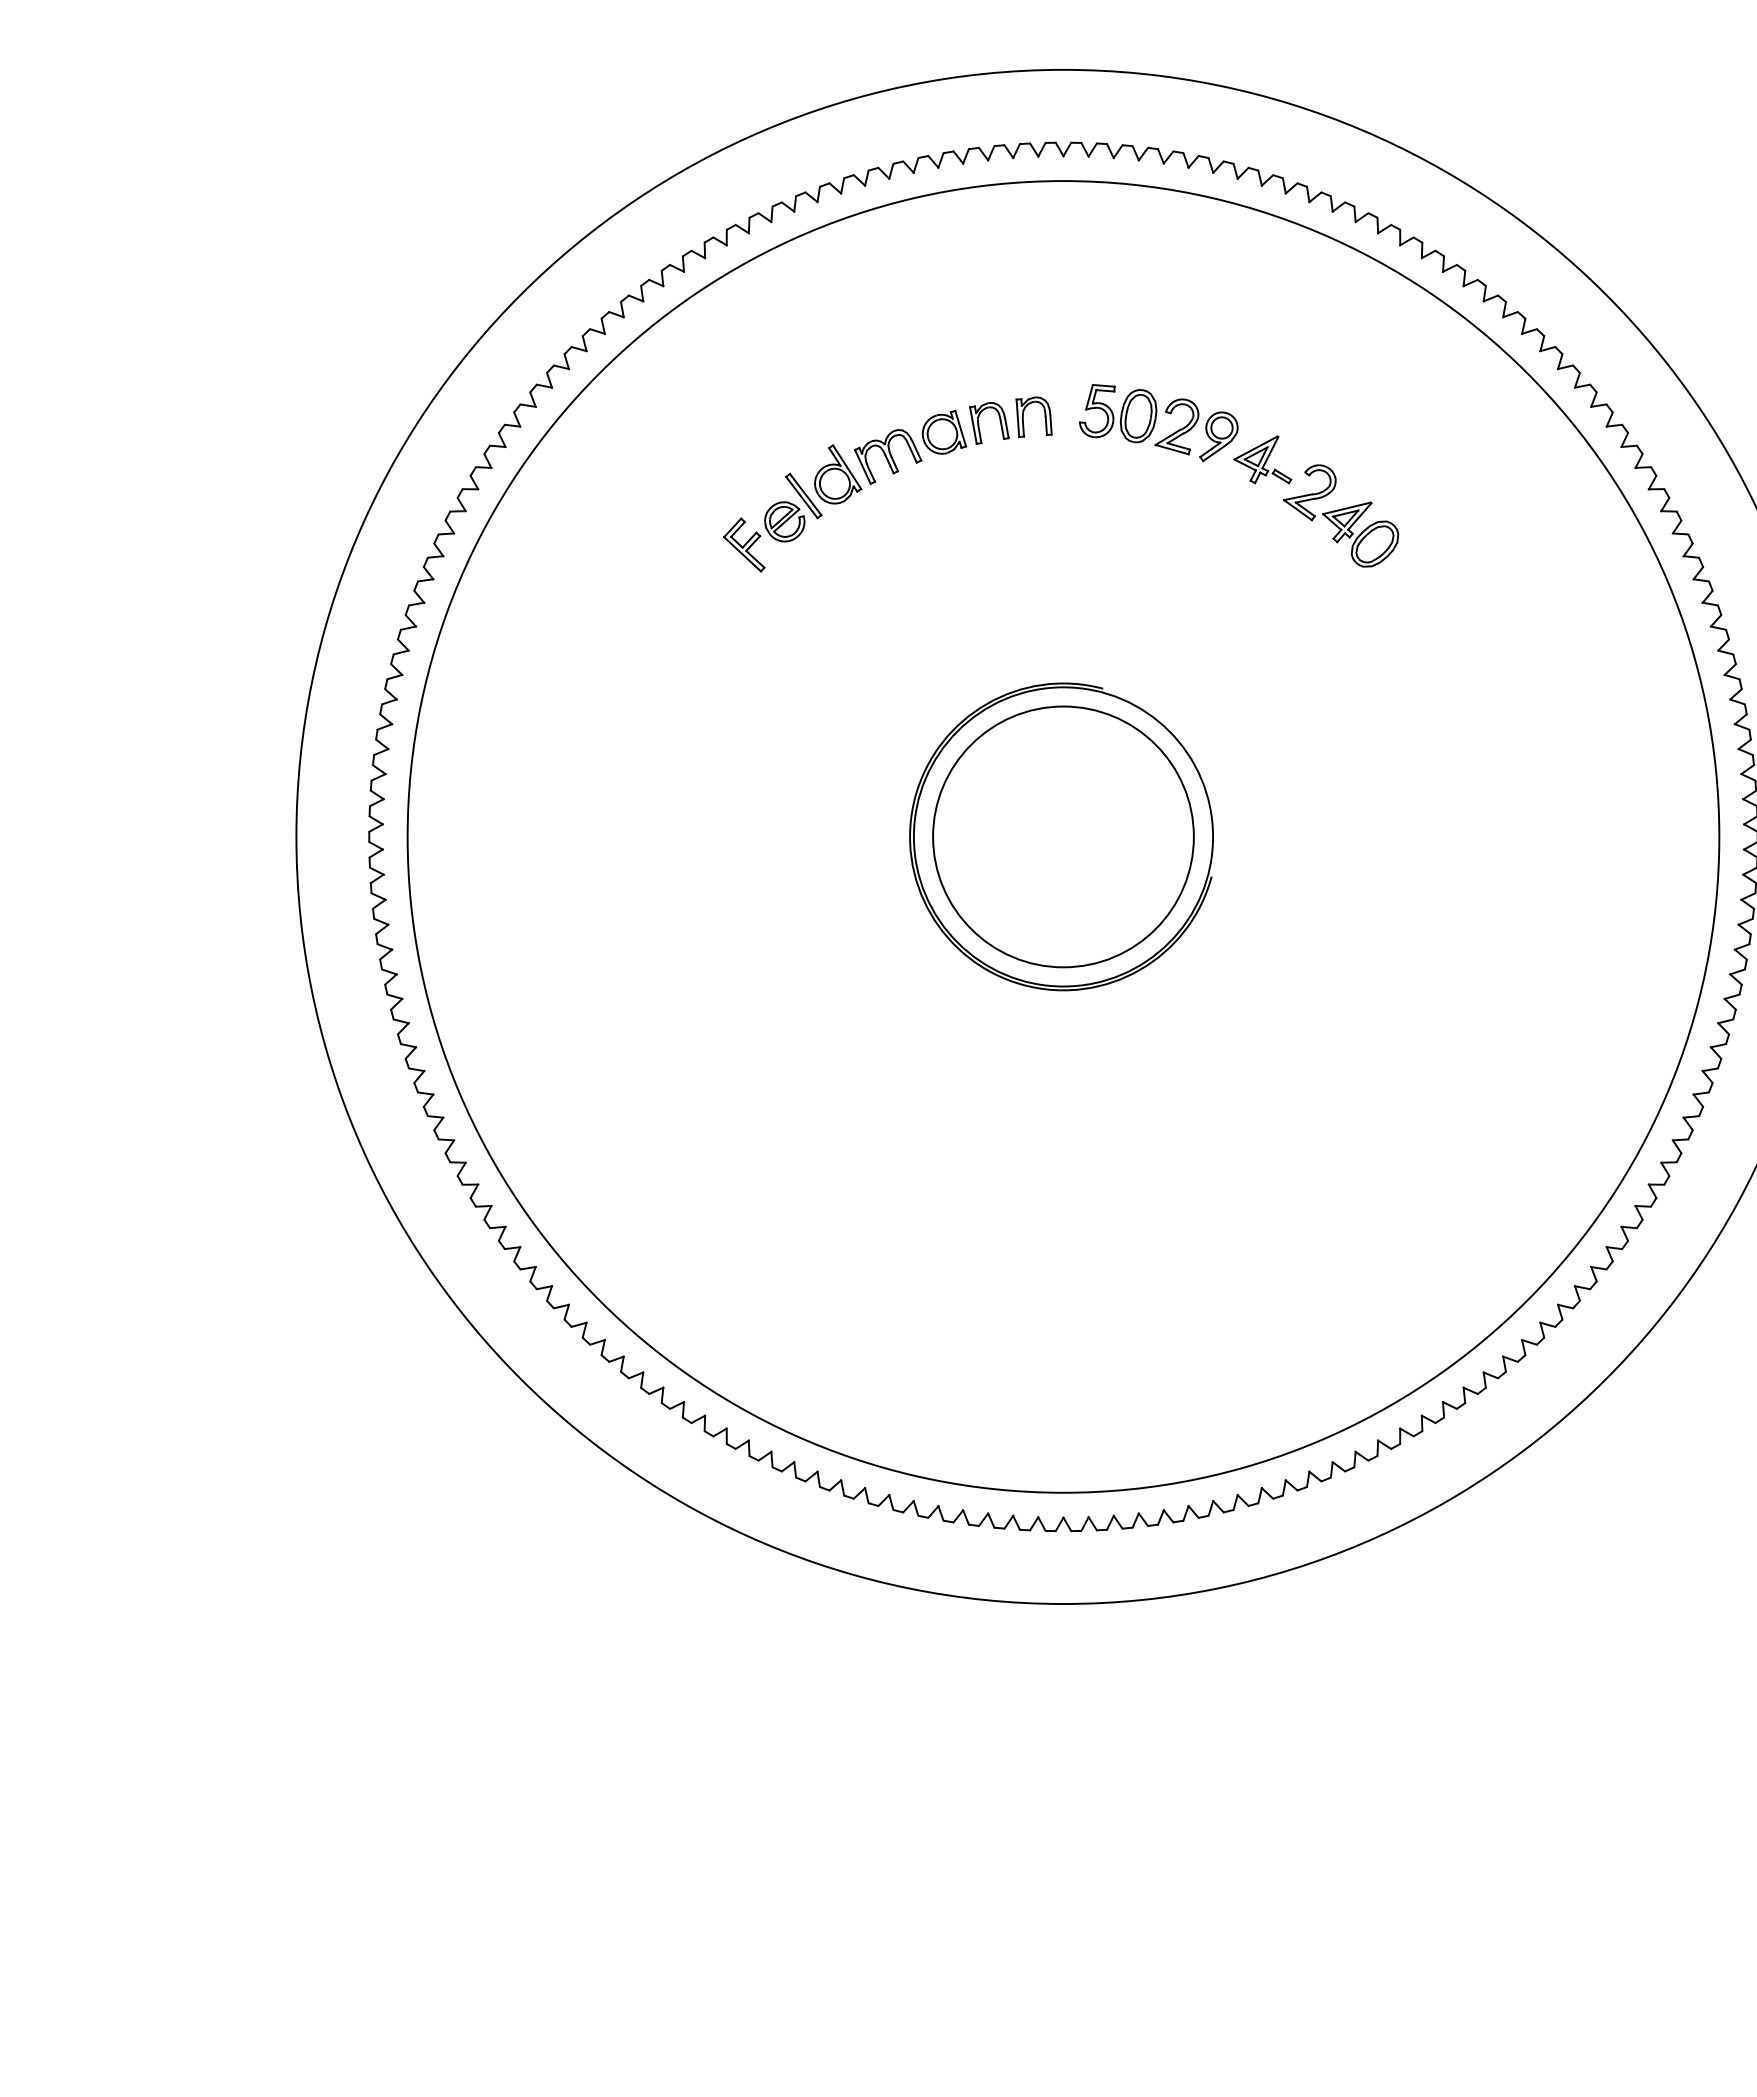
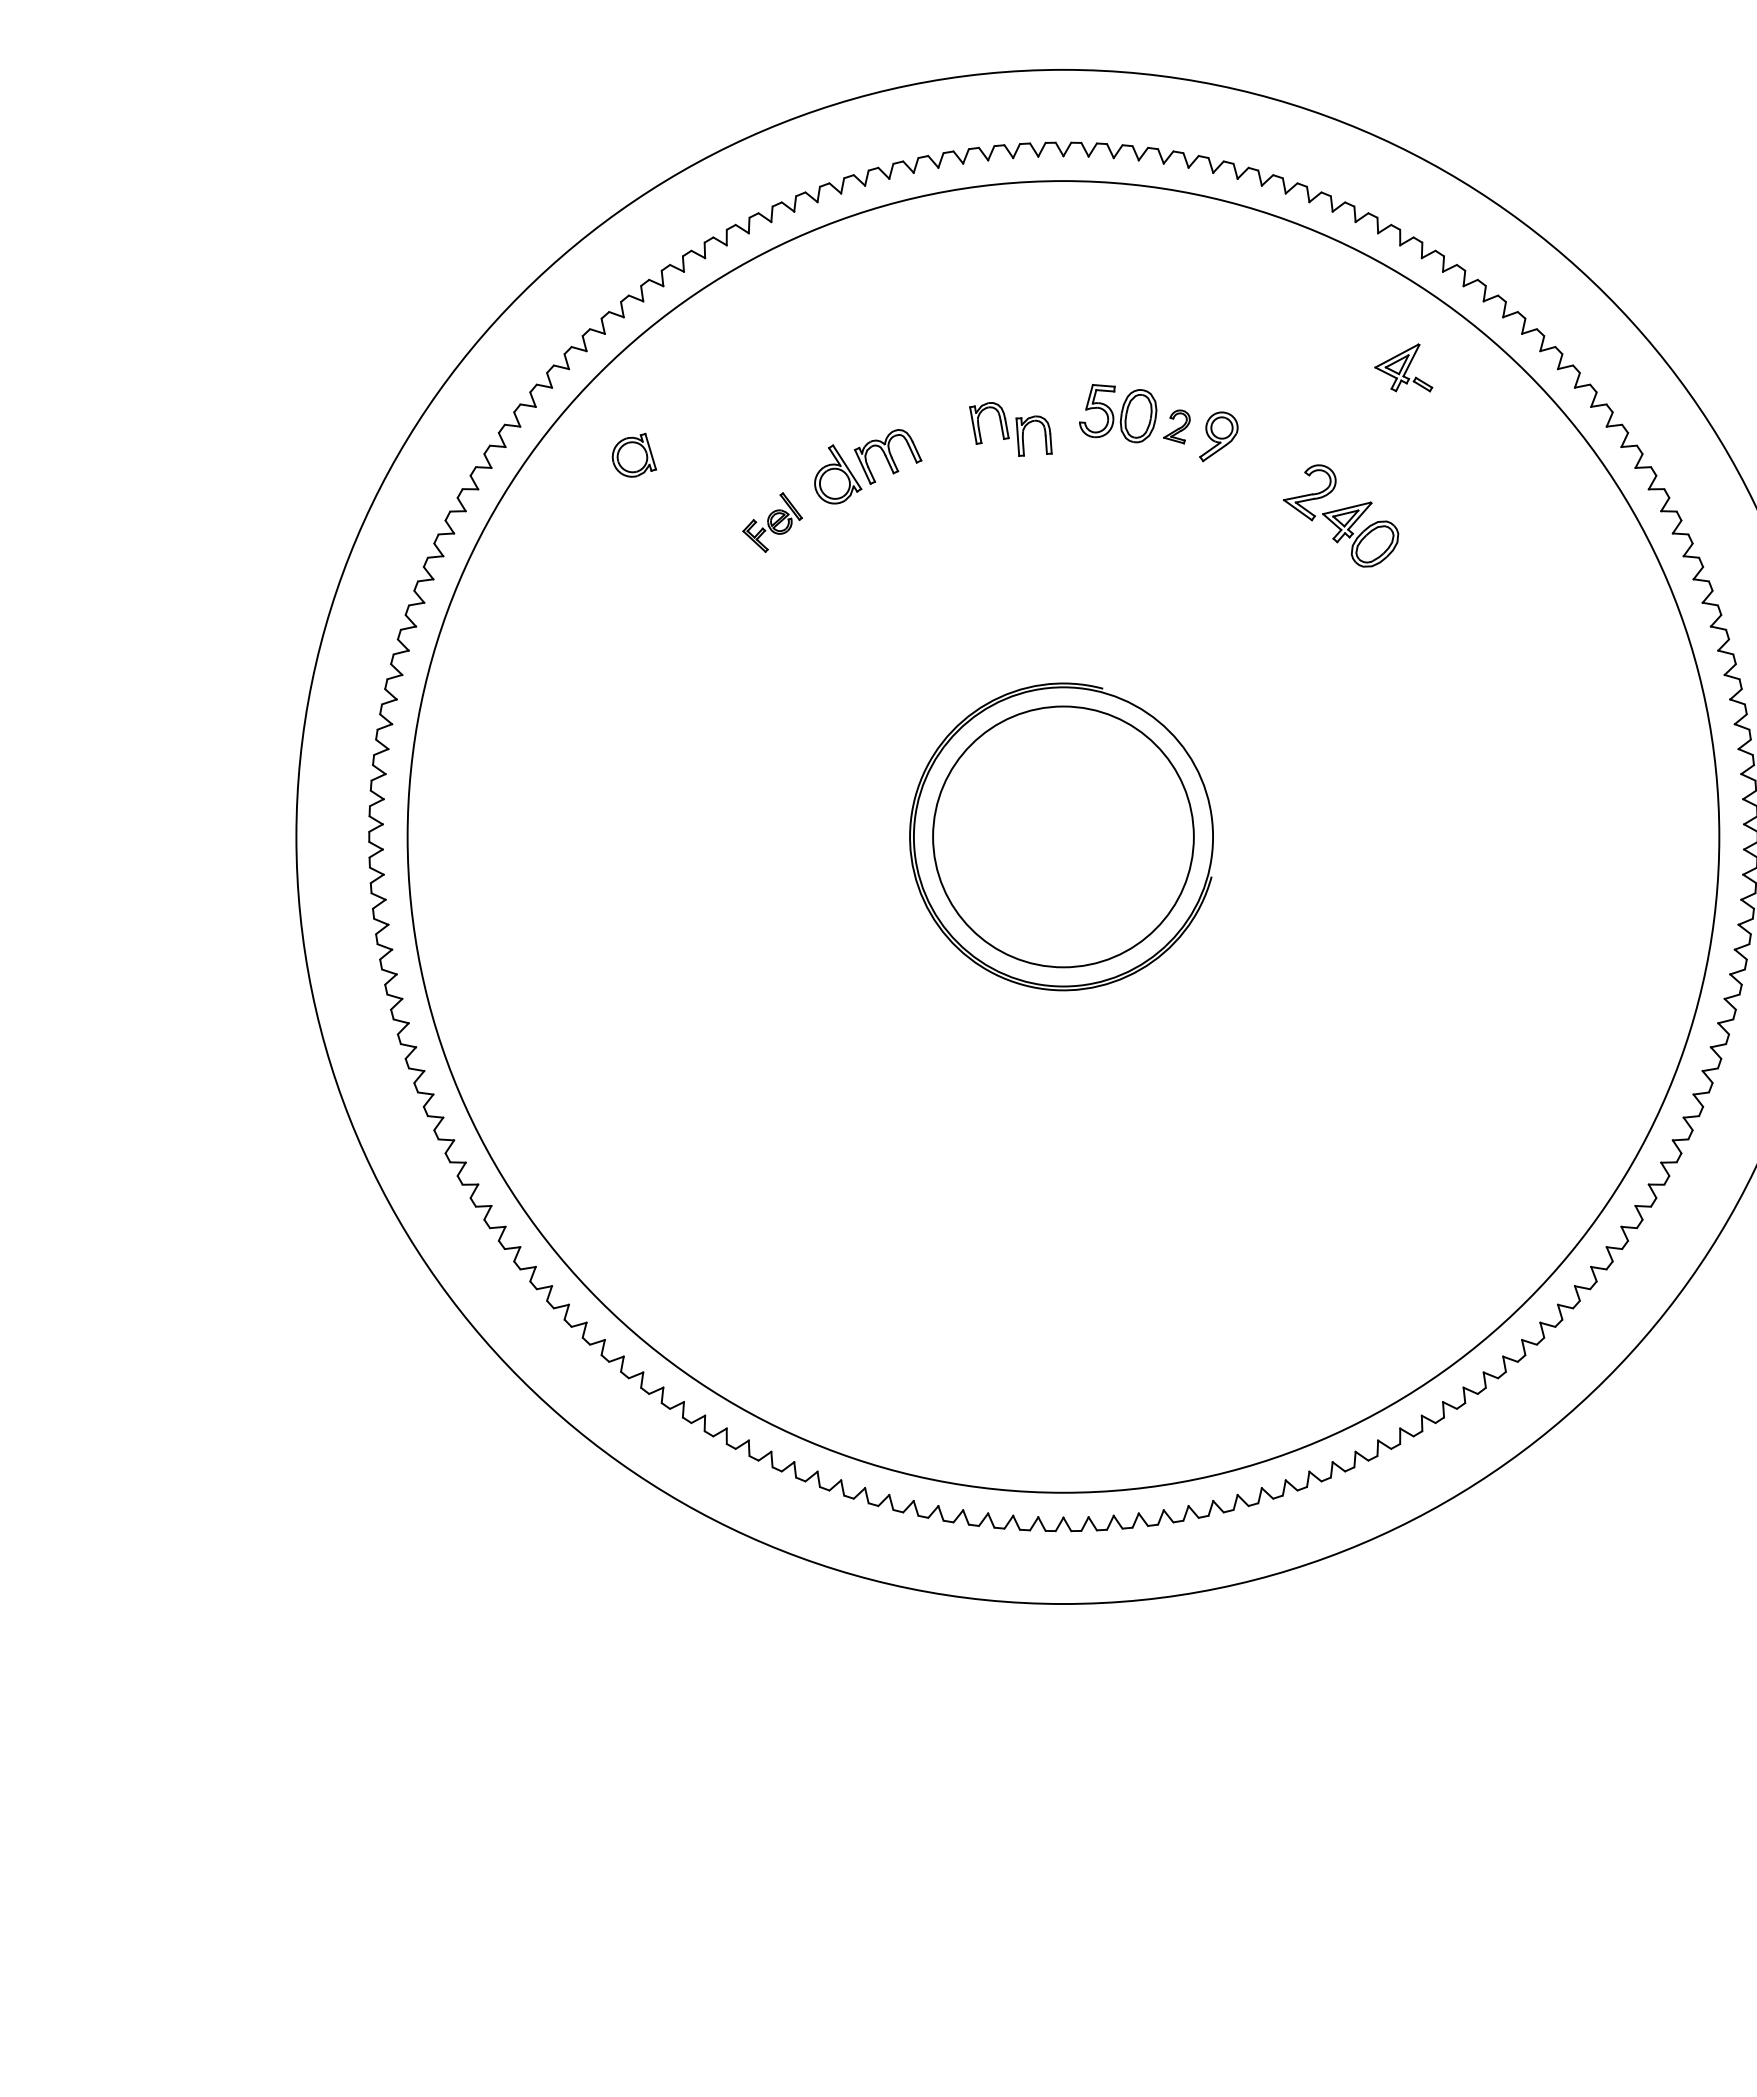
part at (1023, 416) position: (1023, 416) -> (1023, 435)
part at (1176, 426) size: 46x58 px -> 28x36 px
part at (943, 431) position: (943, 431) -> (633, 454)
part at (1262, 459) position: (1262, 459) -> (1403, 367)
part at (772, 522) size: 101x101 px -> 61x61 px
